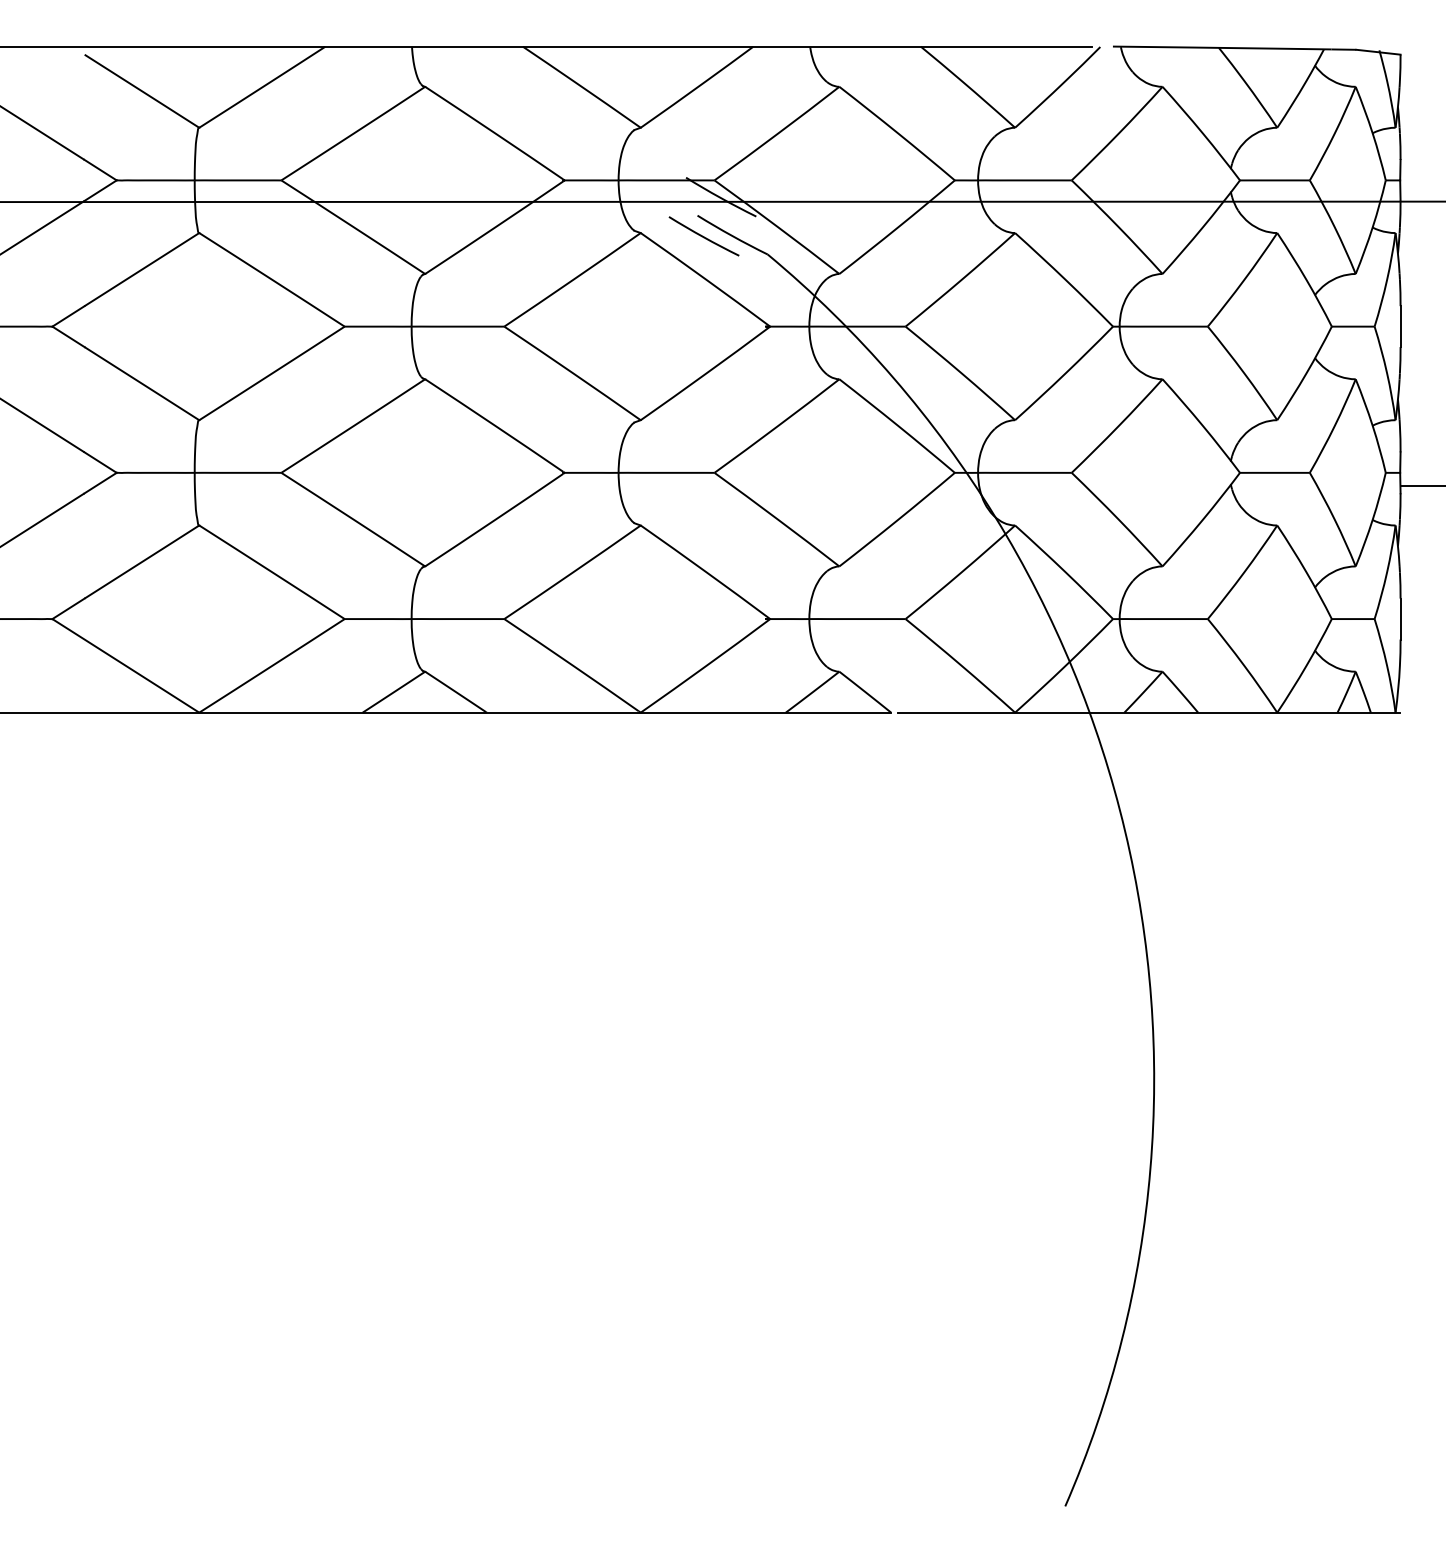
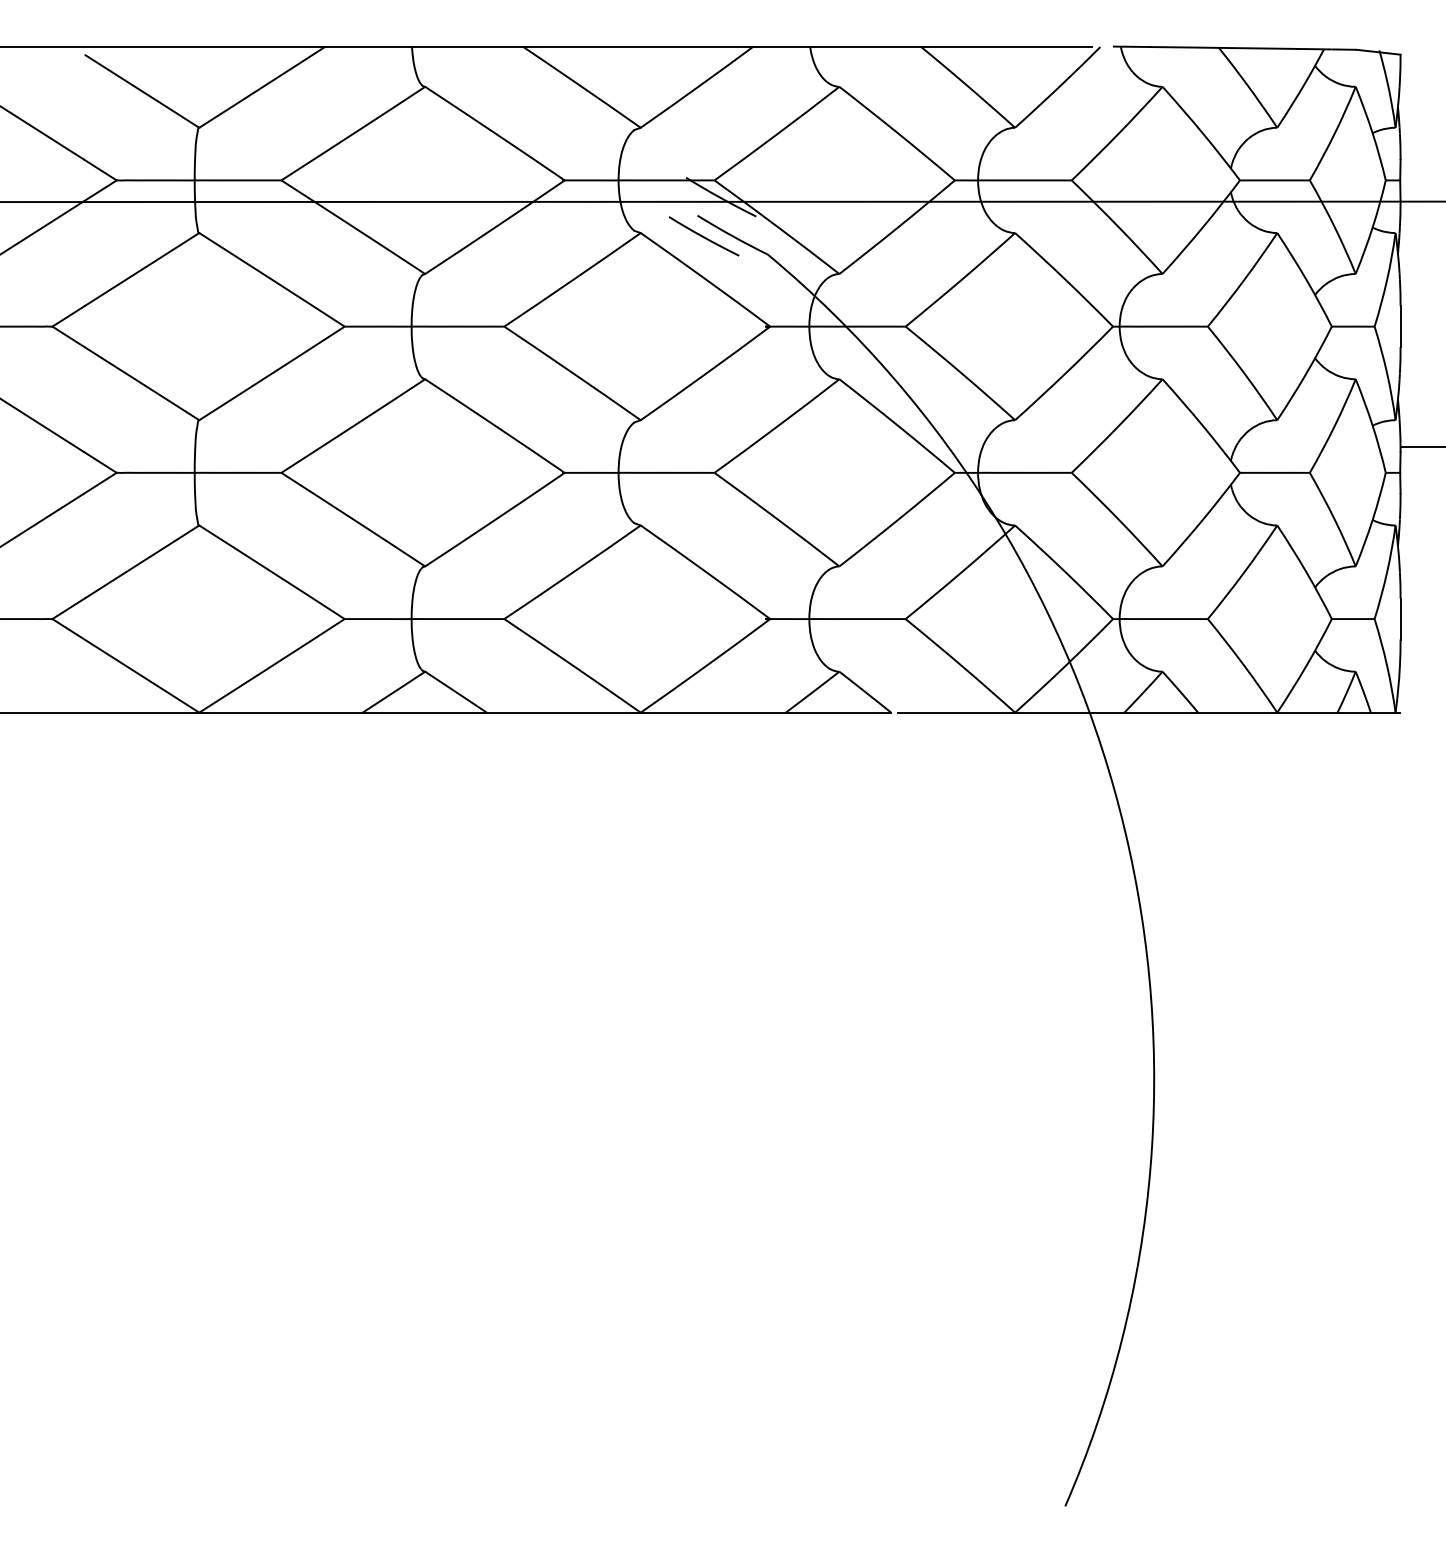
line at (1421, 485) position: (1421, 485) -> (1421, 446)
